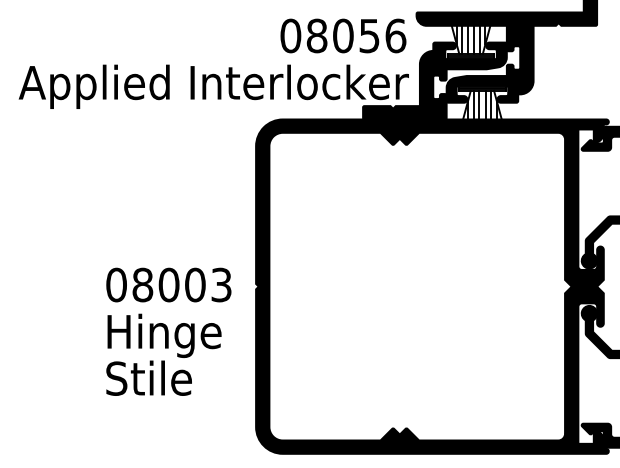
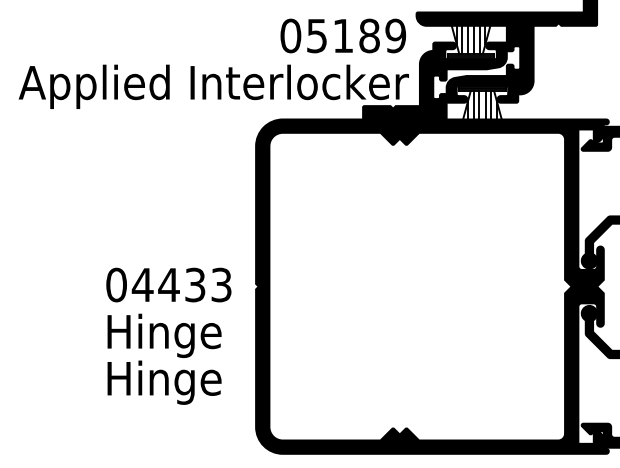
text at (356, 35): 08056 -> 05189
text at (168, 284): 08003 -> 04433
text at (163, 382): Stile -> Hinge
